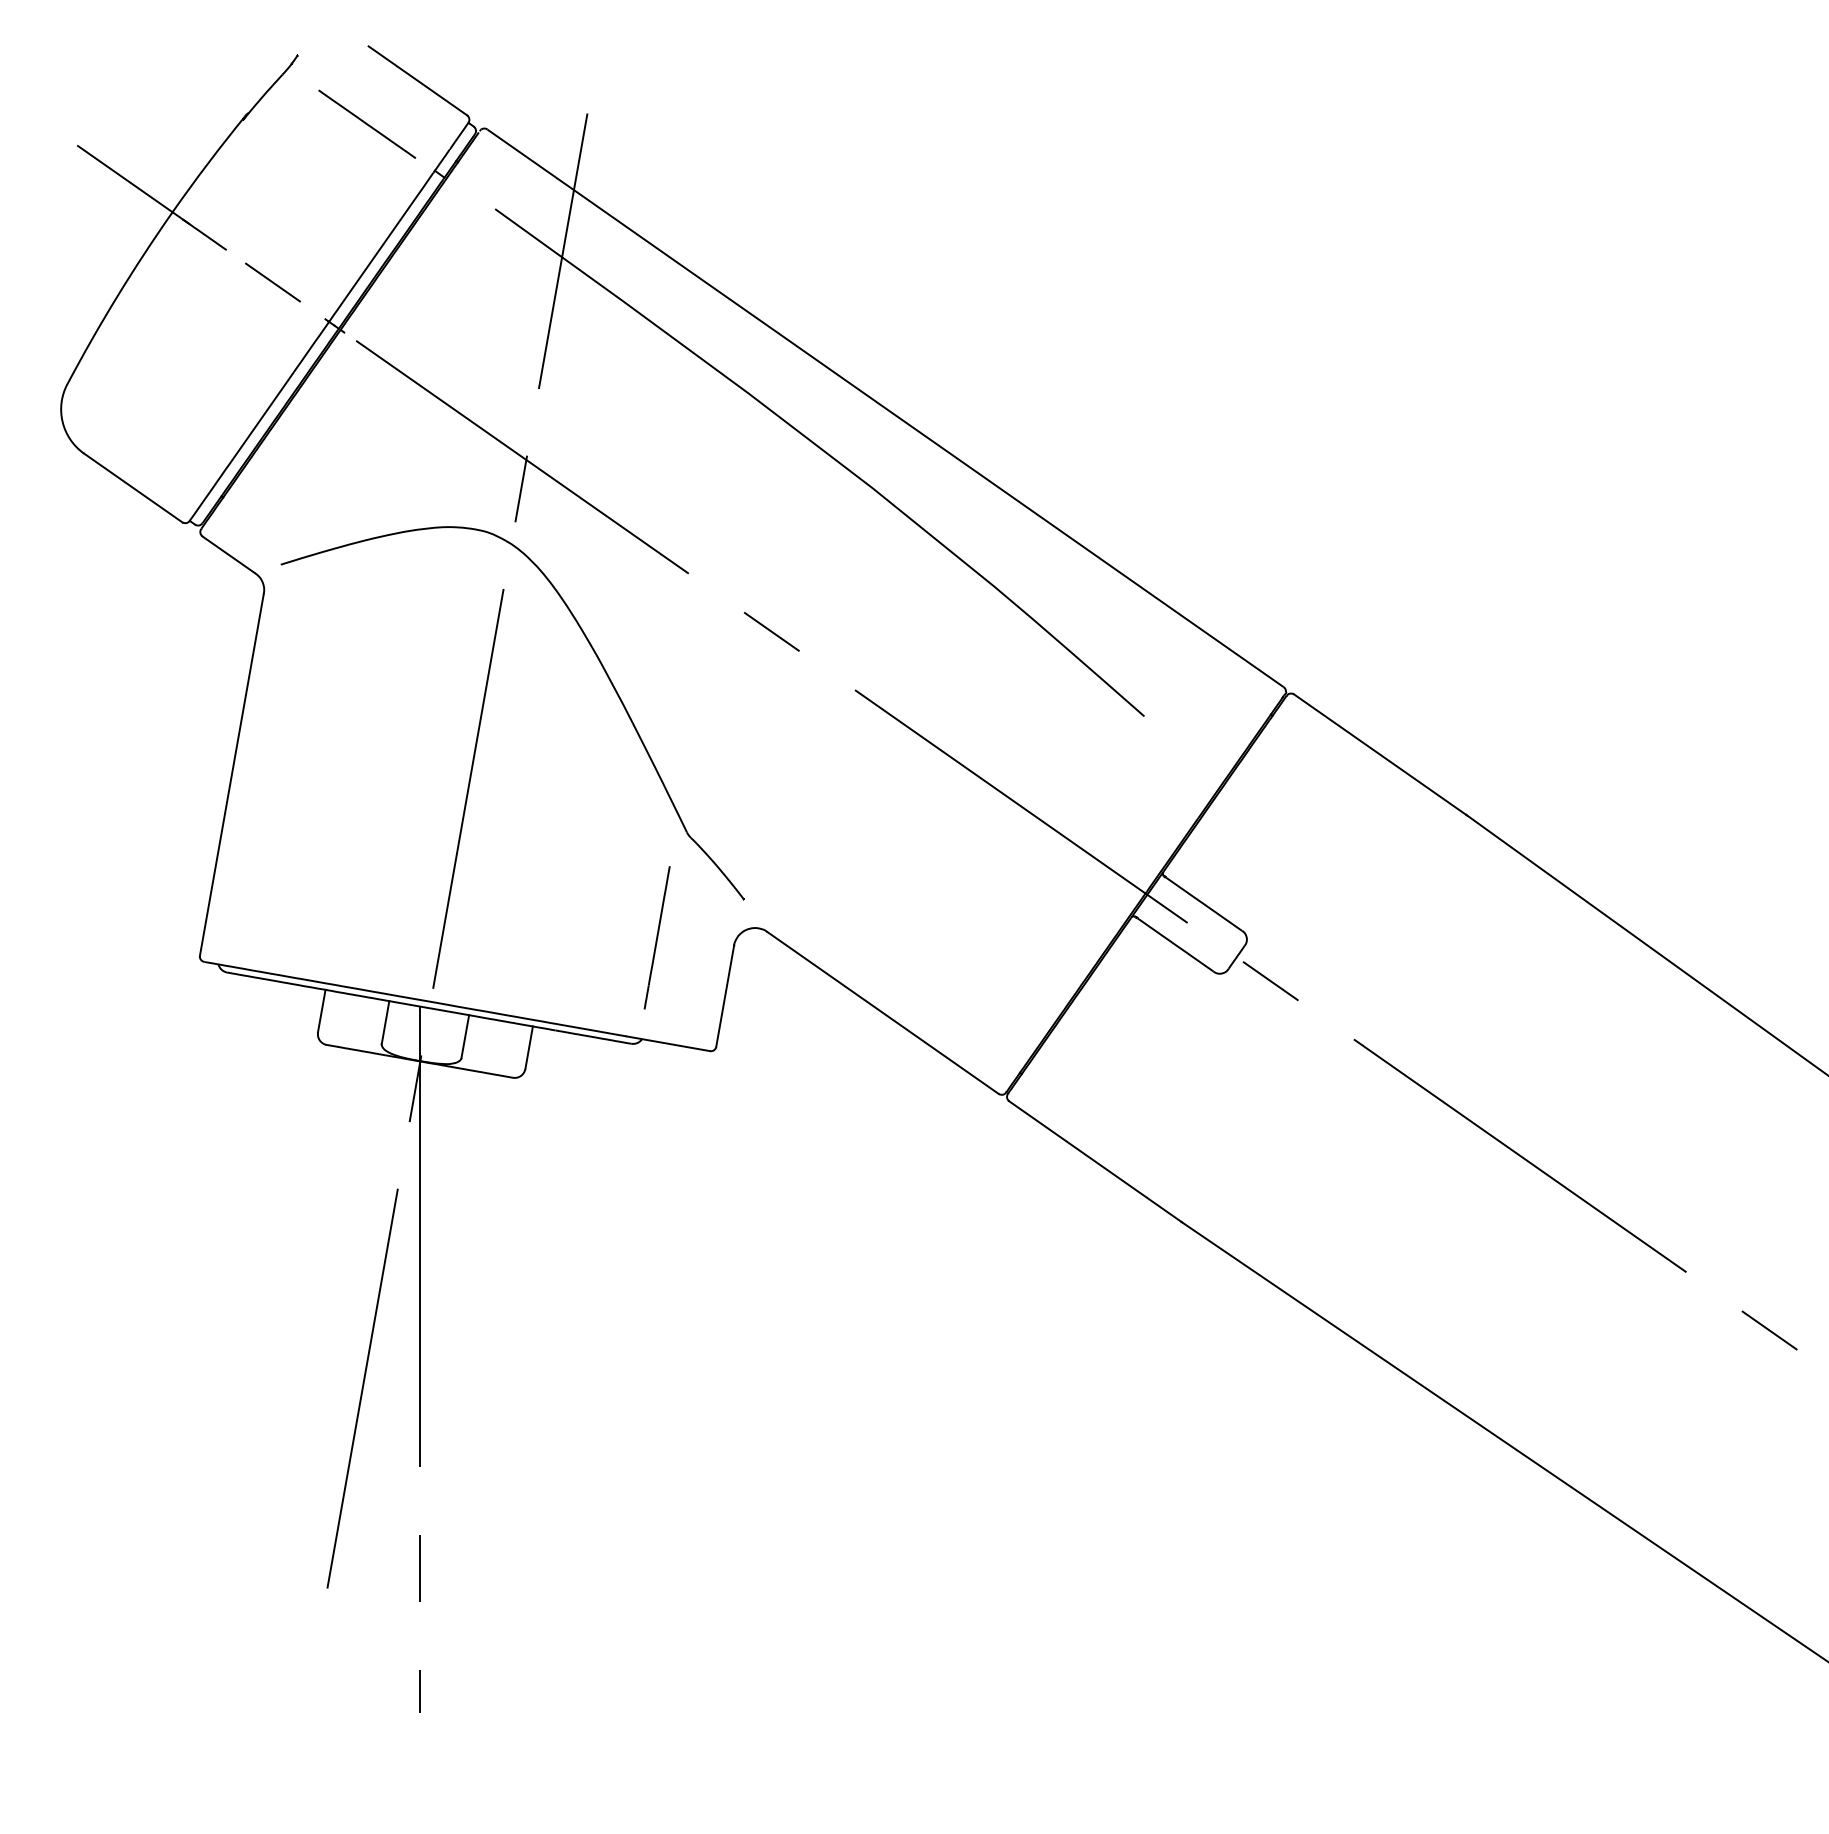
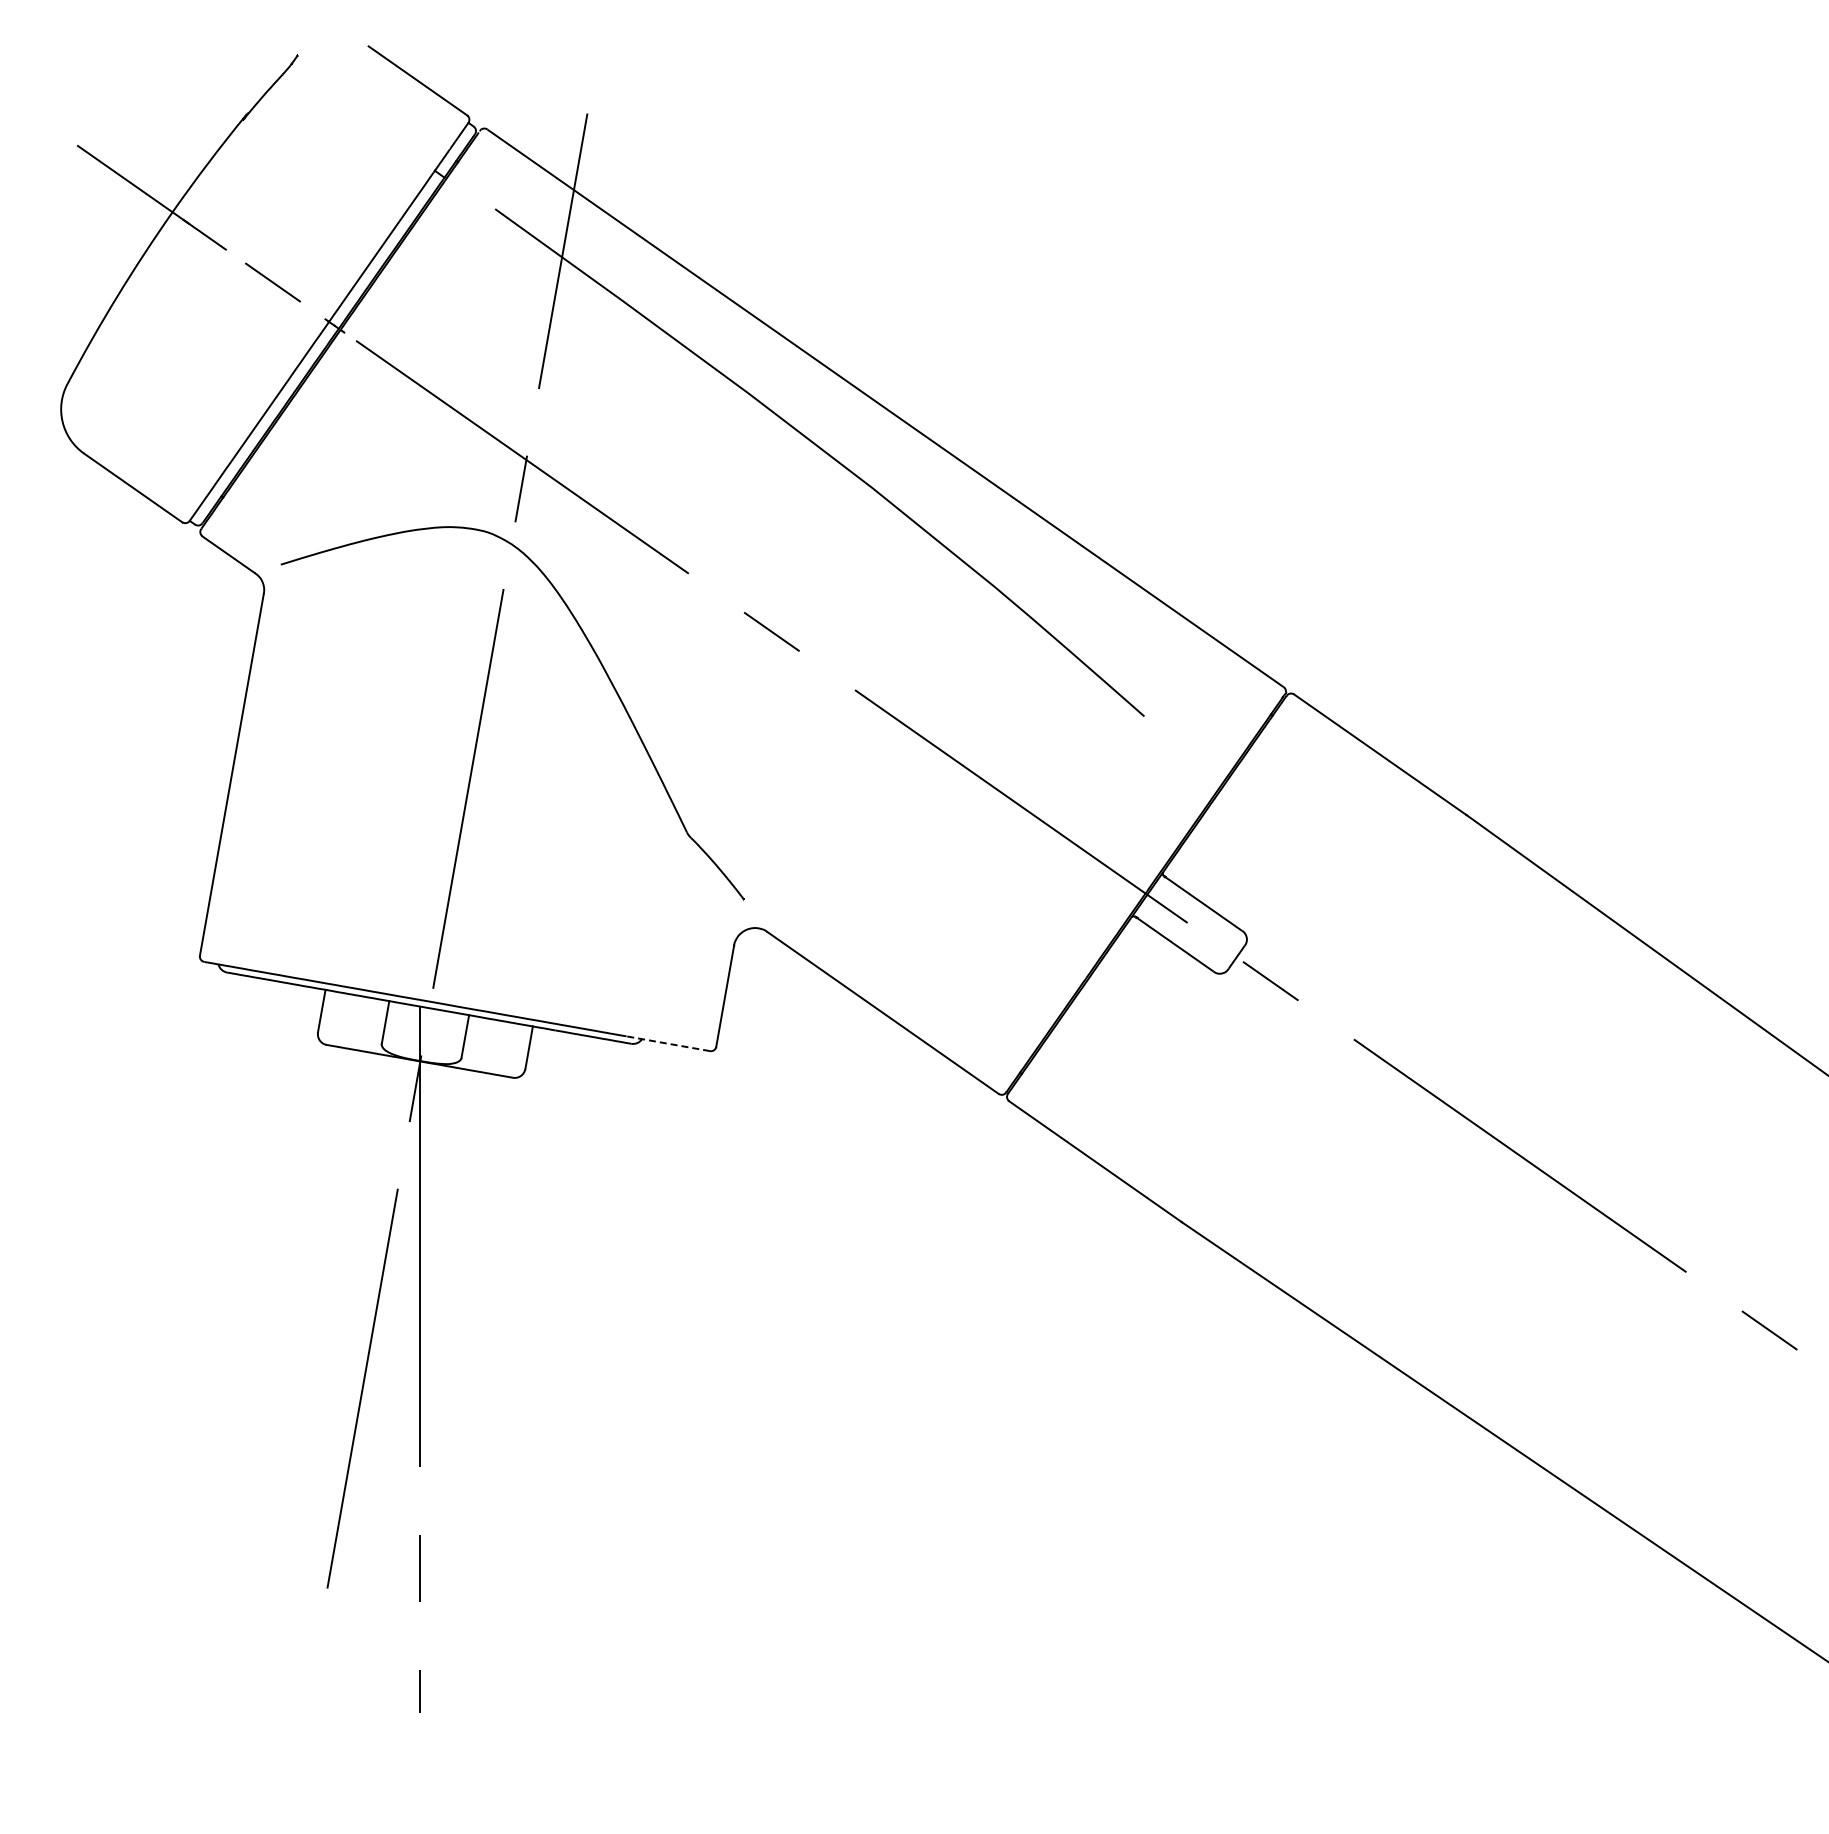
line at (367, 123): present -> none
line at (656, 937): present -> none
line at (667, 1043): solid -> dashed
